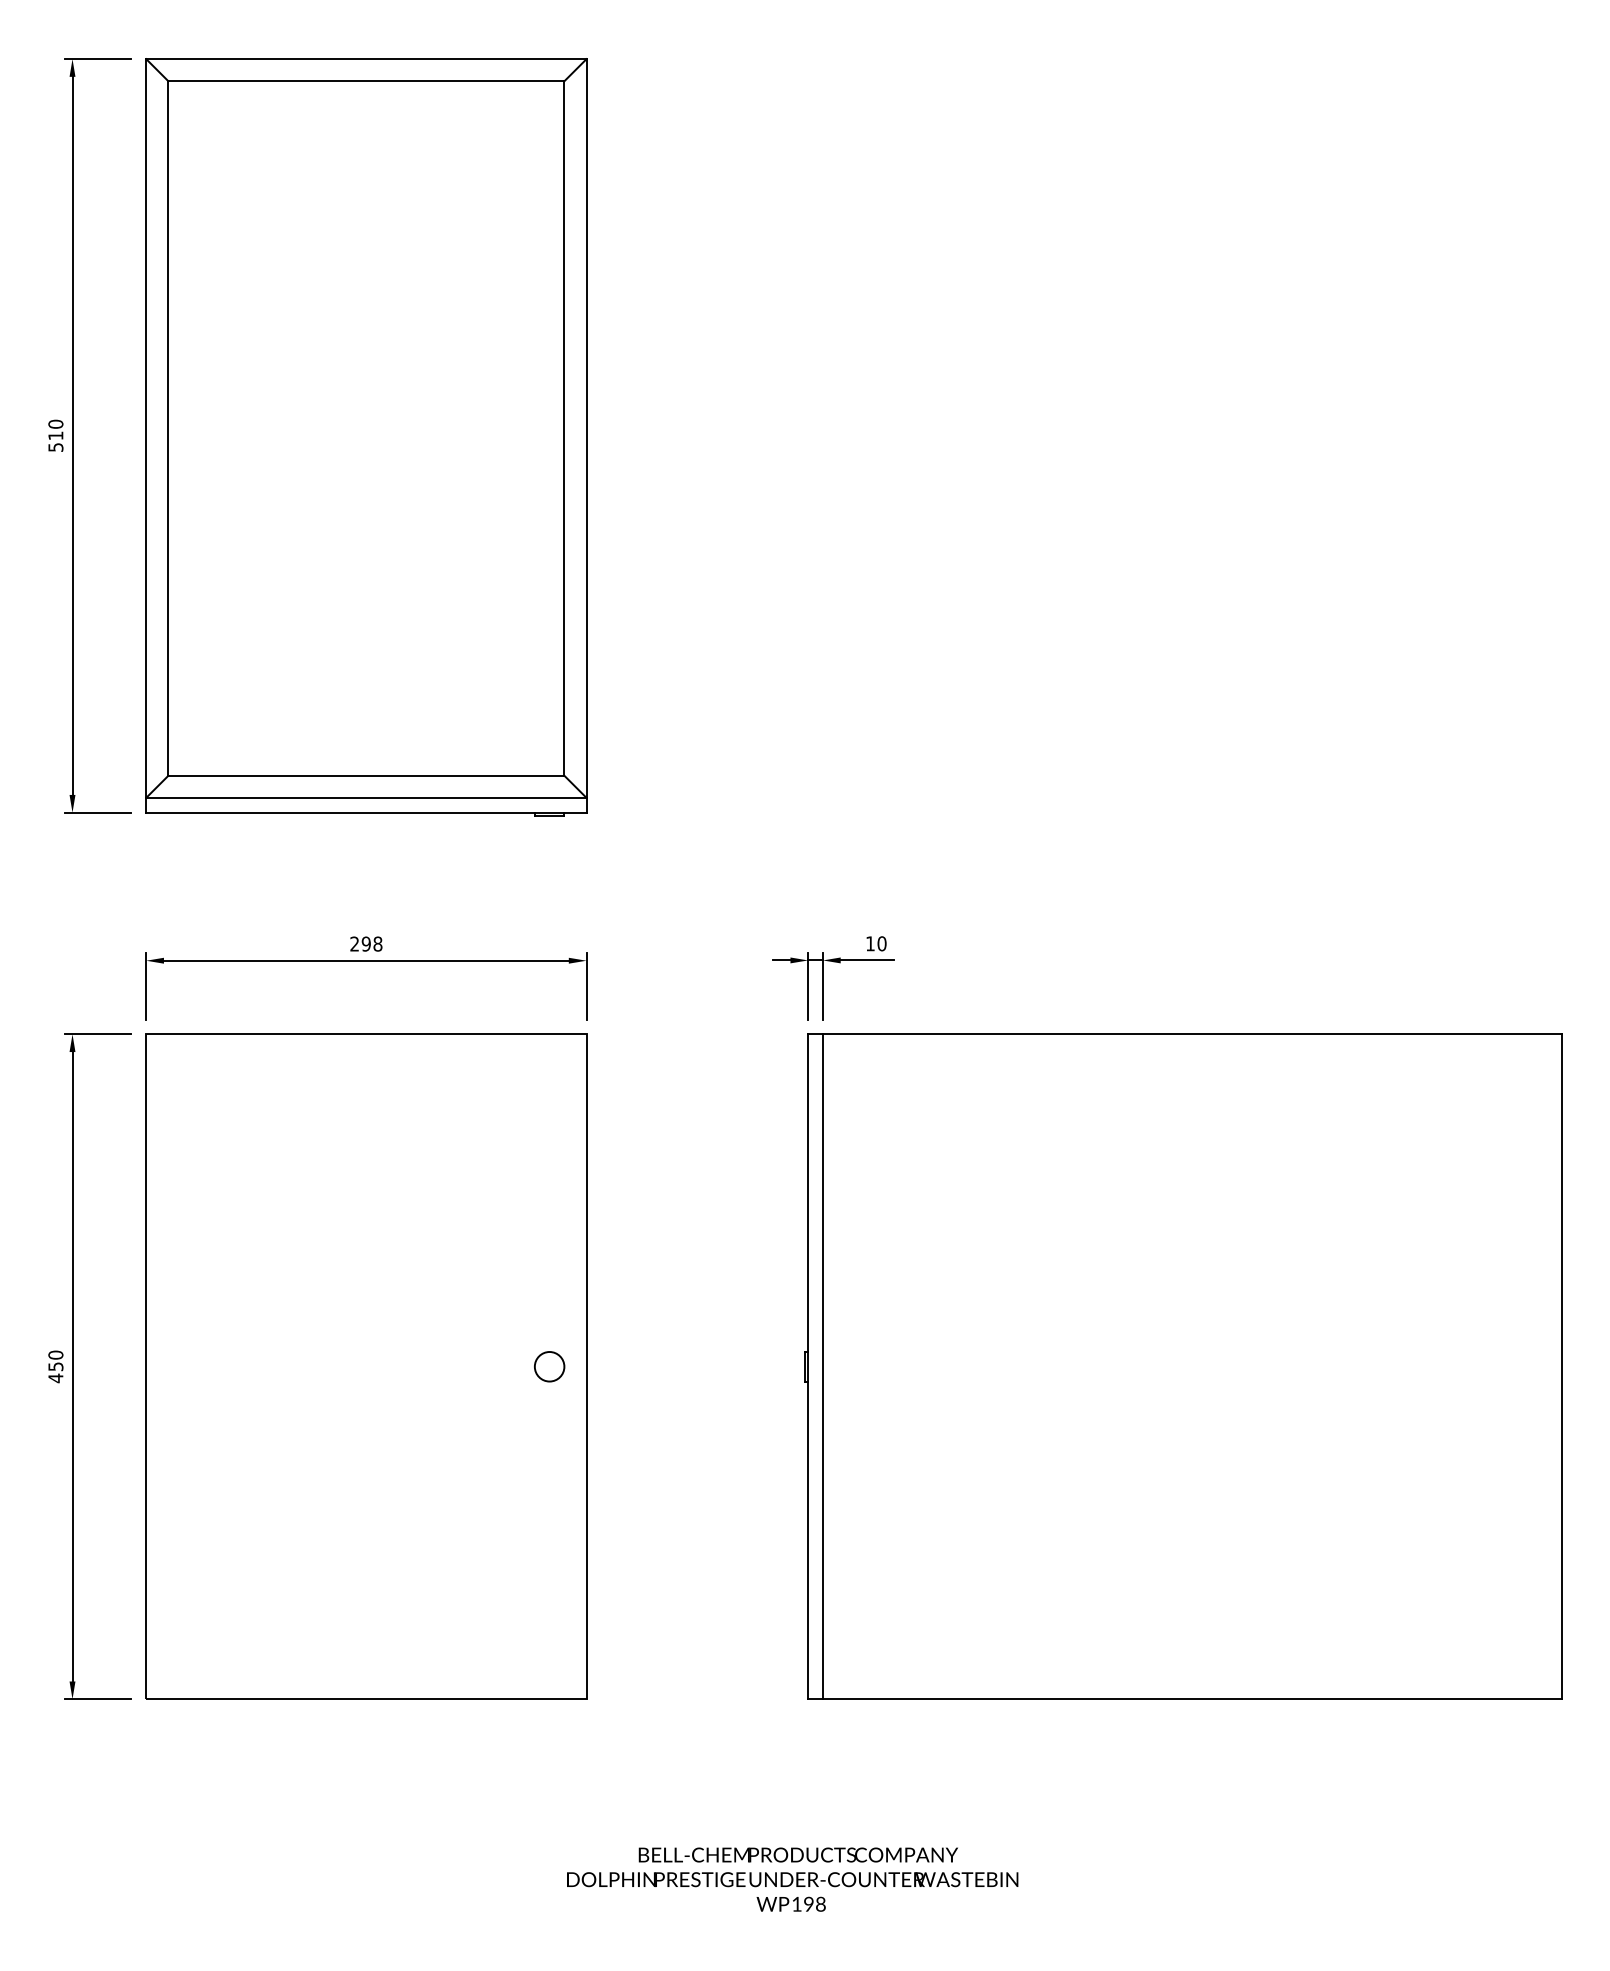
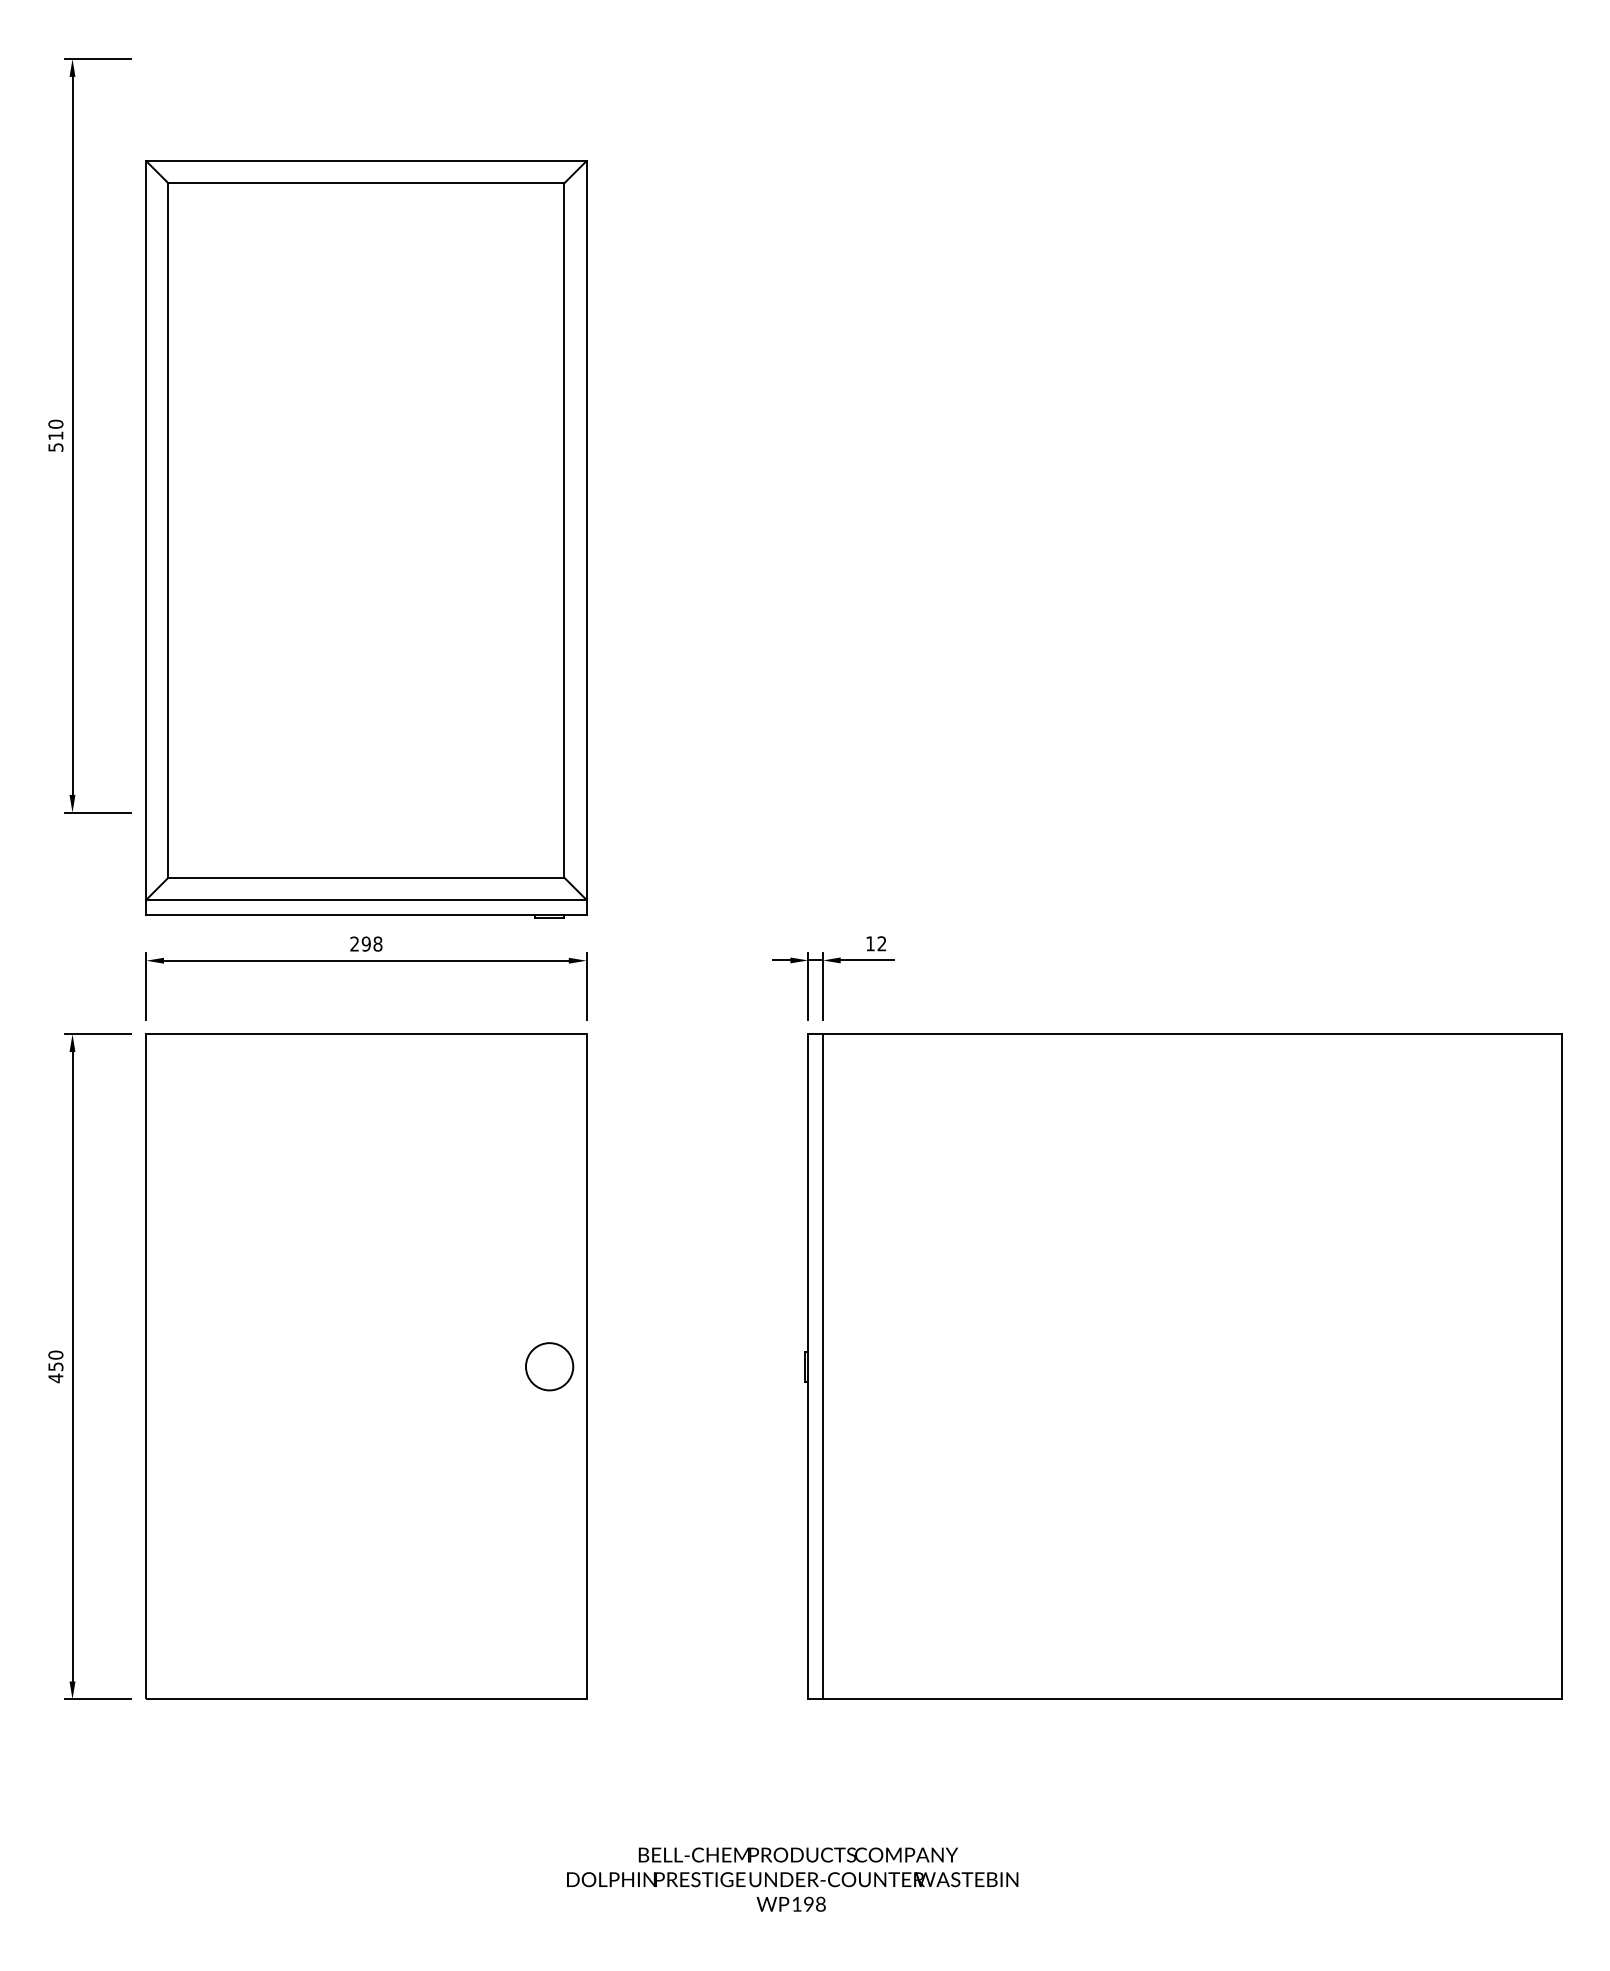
part at (366, 437) position: (366, 437) -> (366, 539)
text at (881, 943): 10 -> 12
circle at (549, 1366) diameter: 30 px -> 47 px
